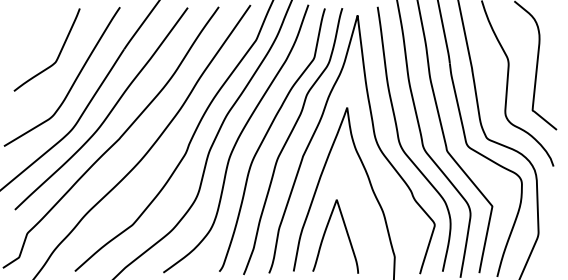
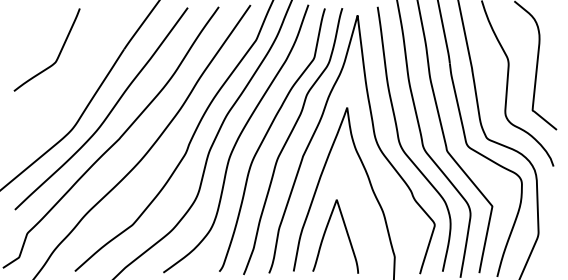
curve at (73, 81): present -> none
